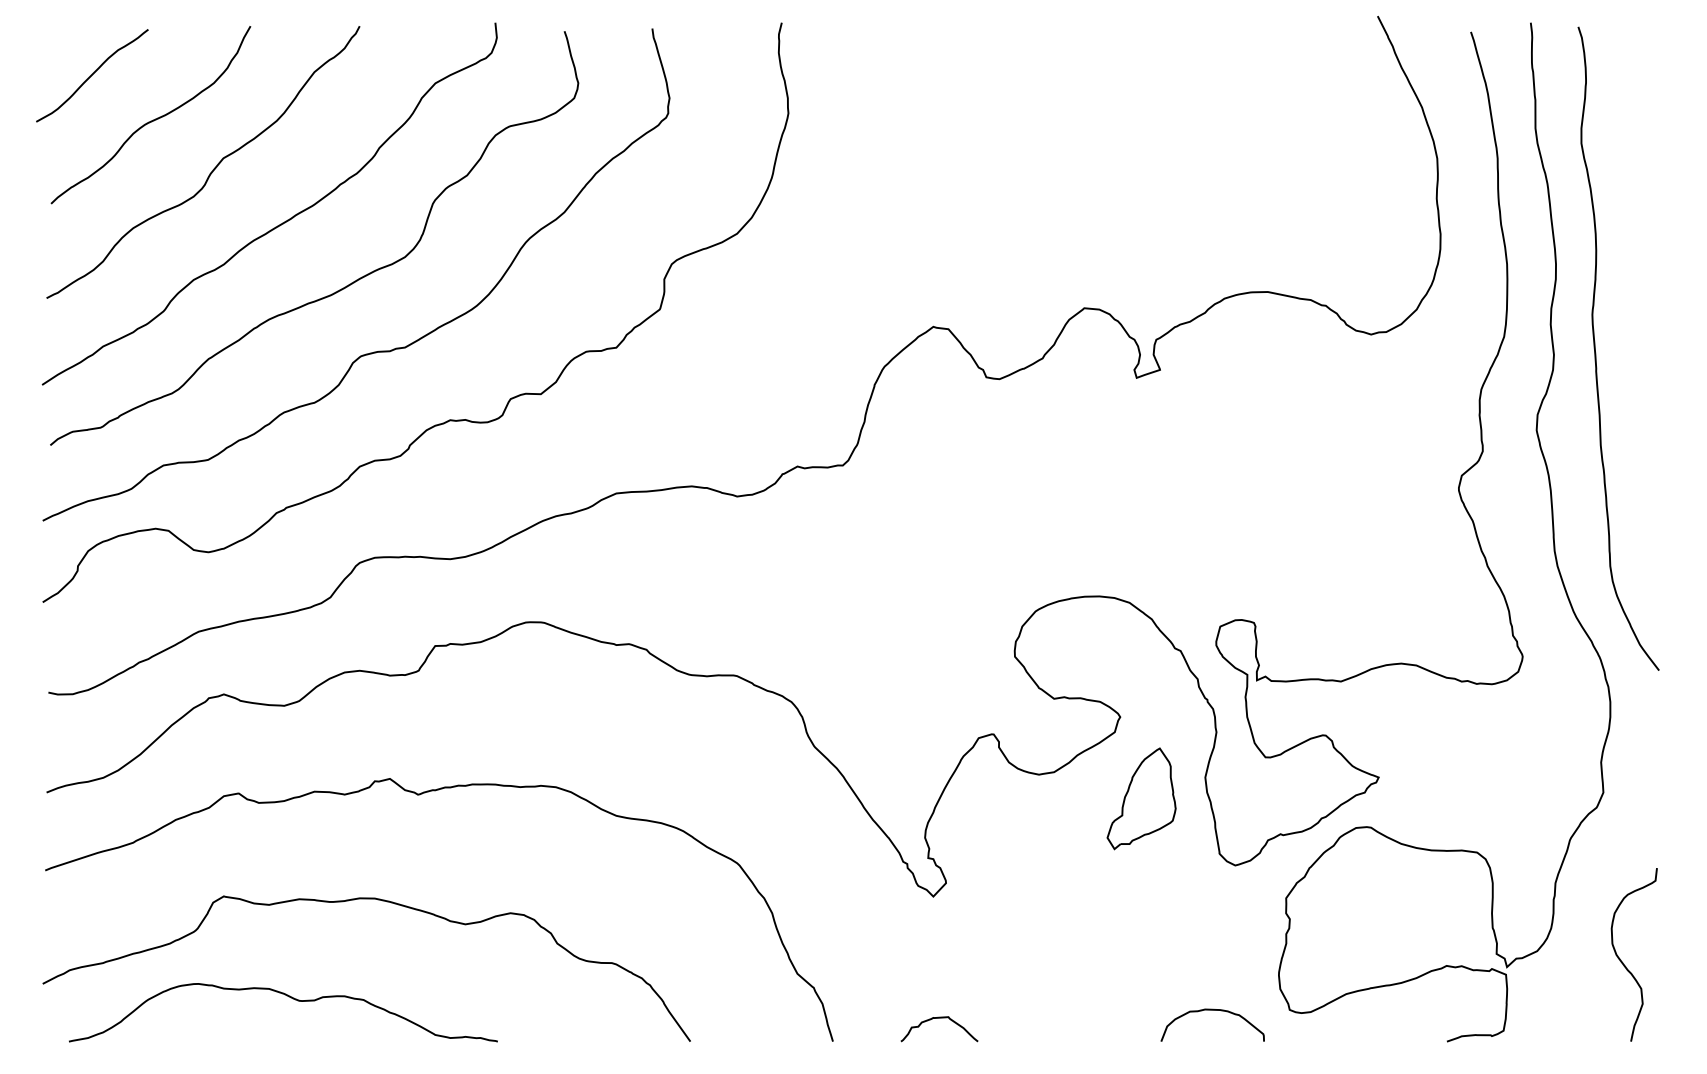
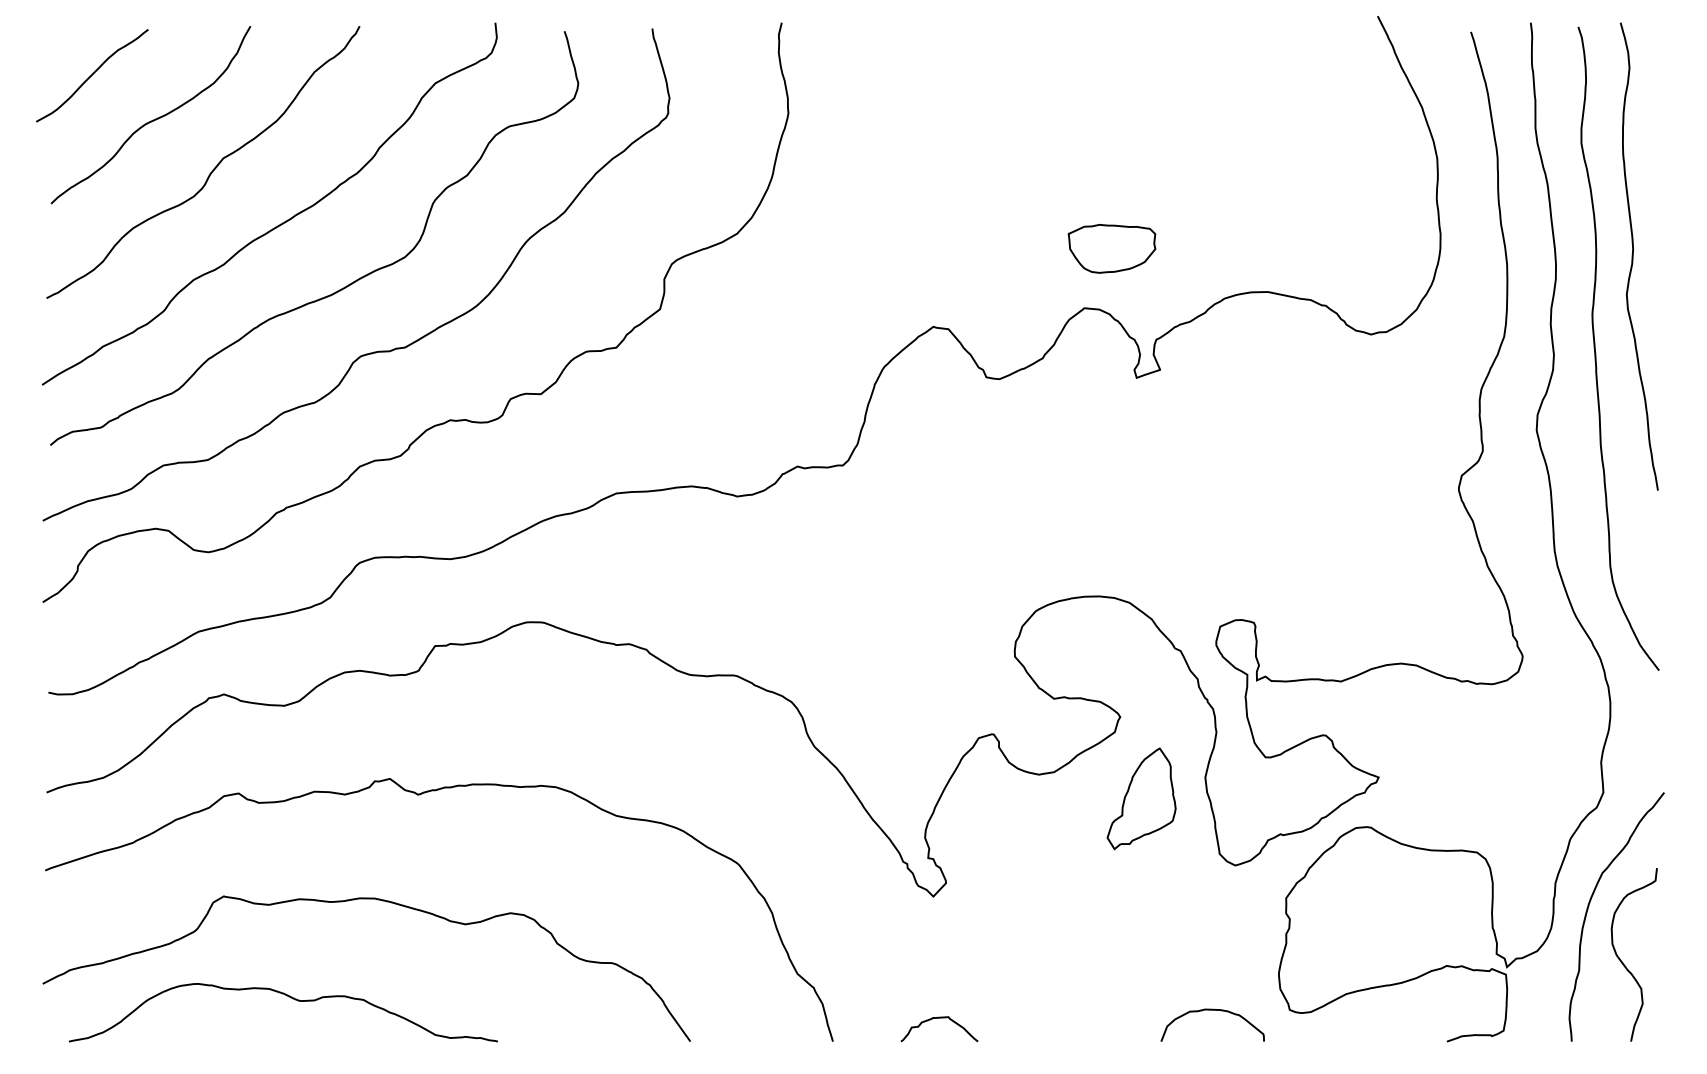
part at (1111, 248): none -> present
curve at (1633, 256): none -> present
curve at (1589, 906): none -> present
